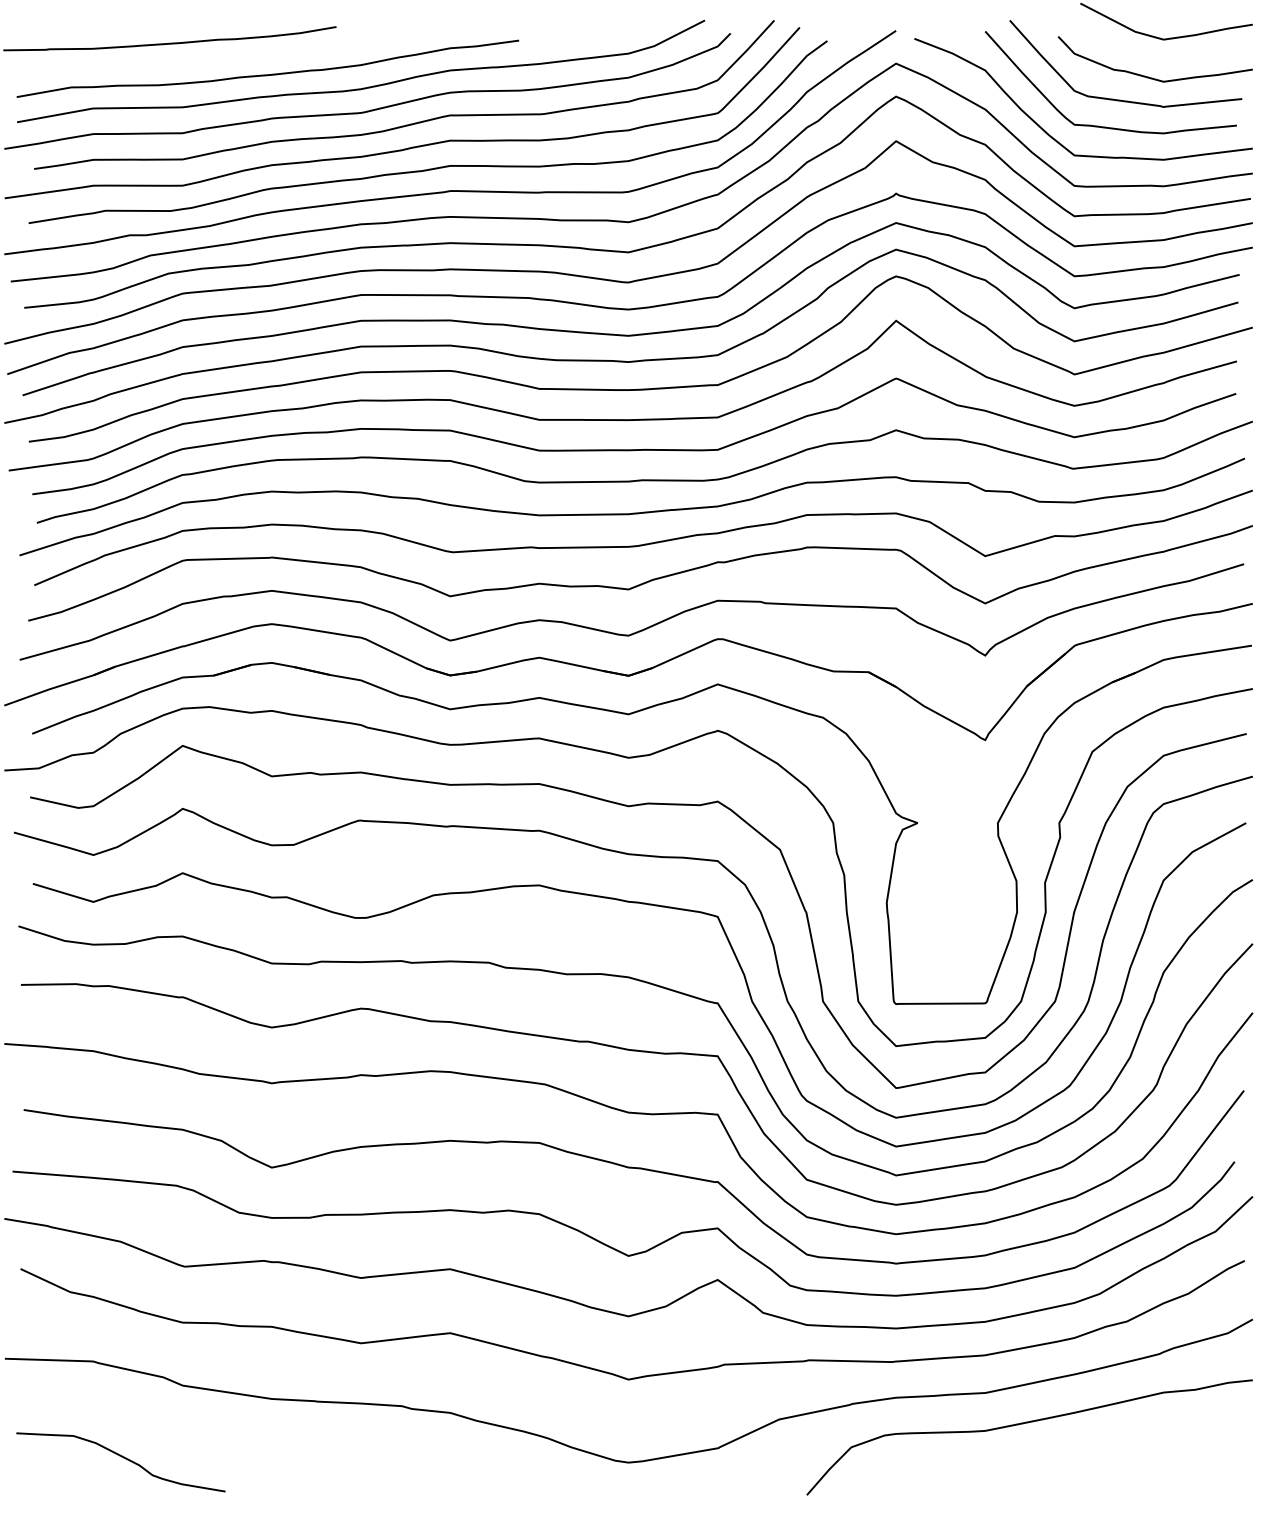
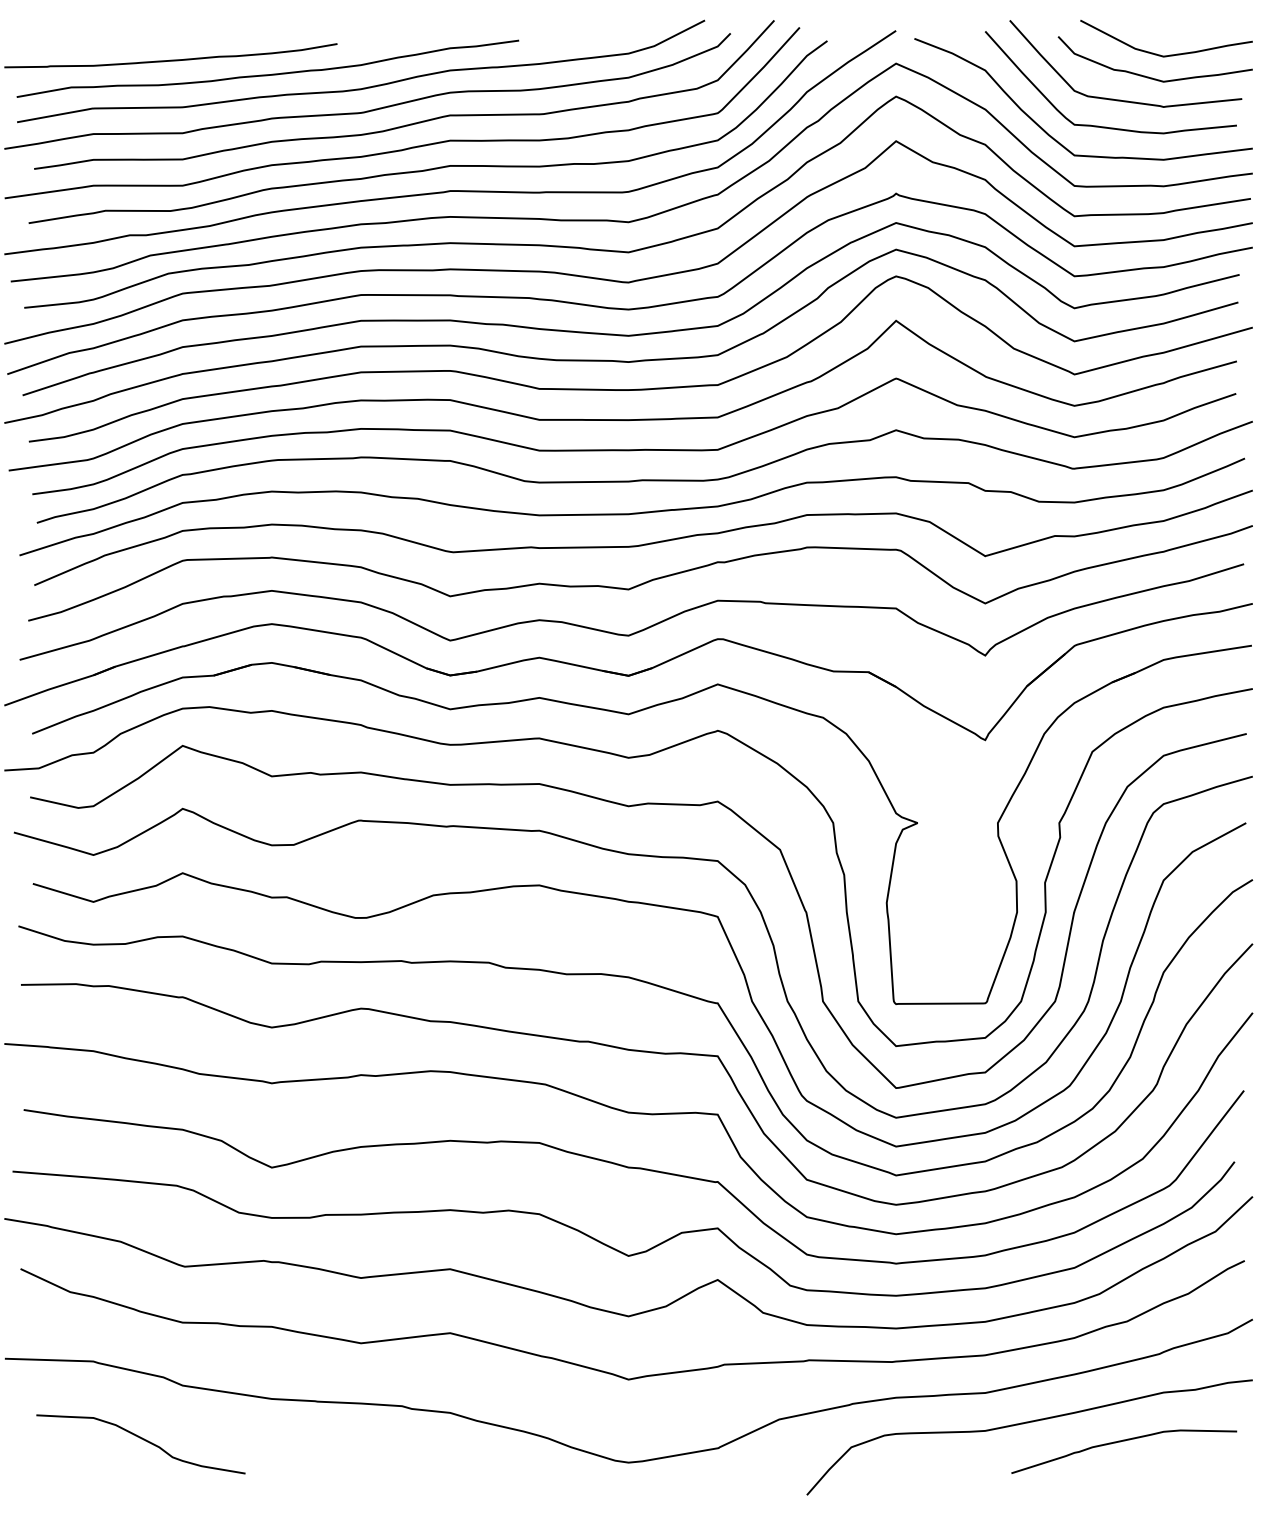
curve at (1169, 37) position: (1169, 37) -> (1169, 54)
curve at (169, 42) position: (169, 42) -> (170, 59)
curve at (1120, 1442): none -> present
curve at (123, 1458) position: (123, 1458) -> (143, 1440)
